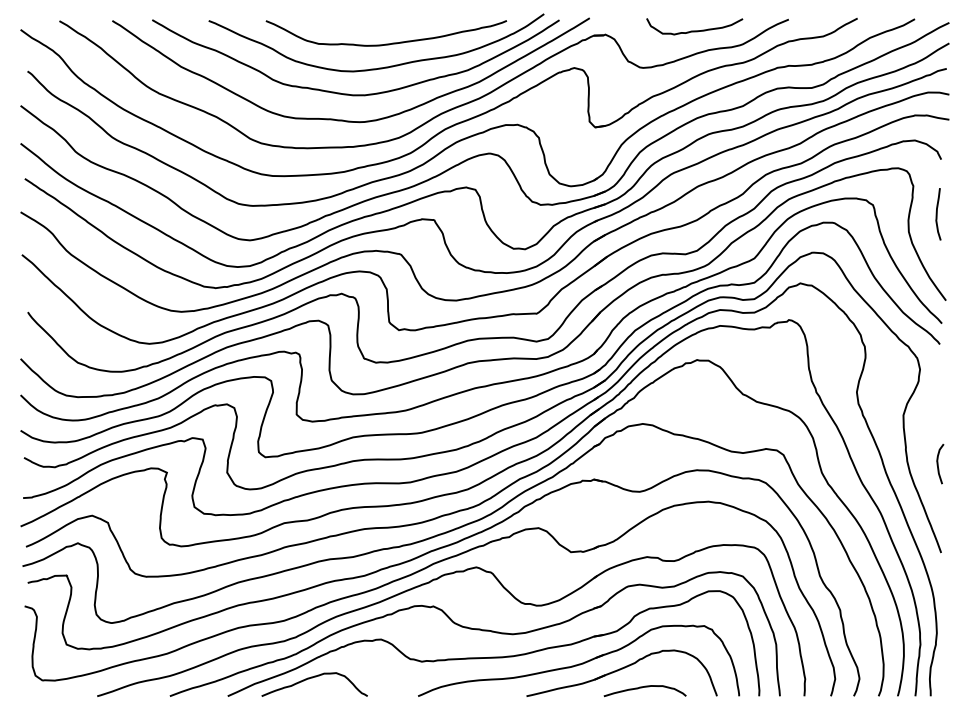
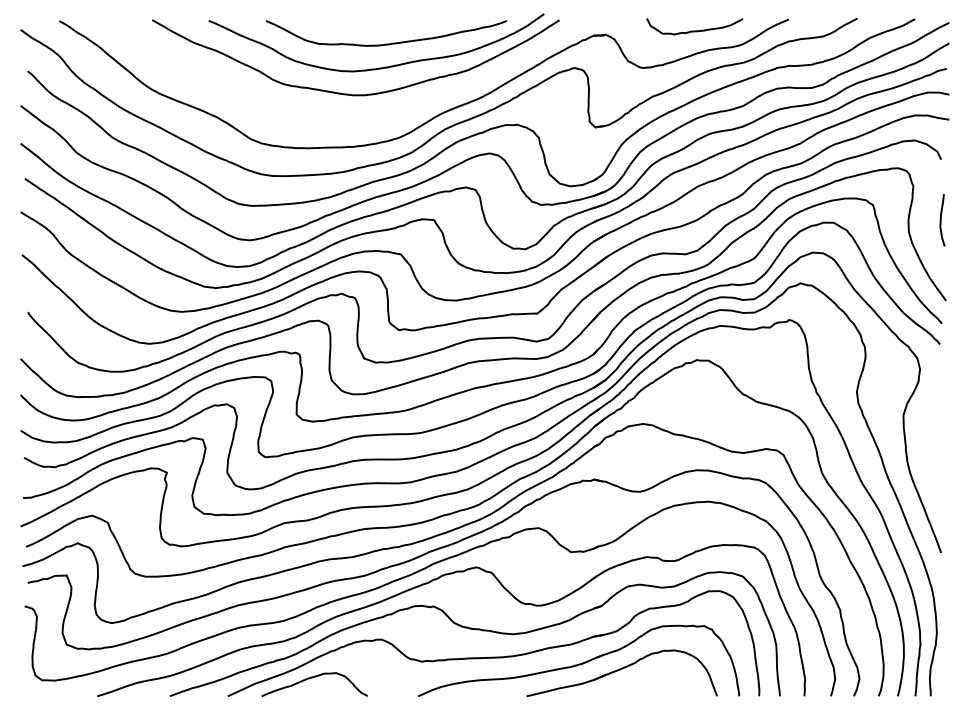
curve at (343, 119): present -> none
curve at (937, 214) position: (937, 214) -> (941, 220)
curve at (938, 463): present -> none
curve at (642, 688): present -> none
